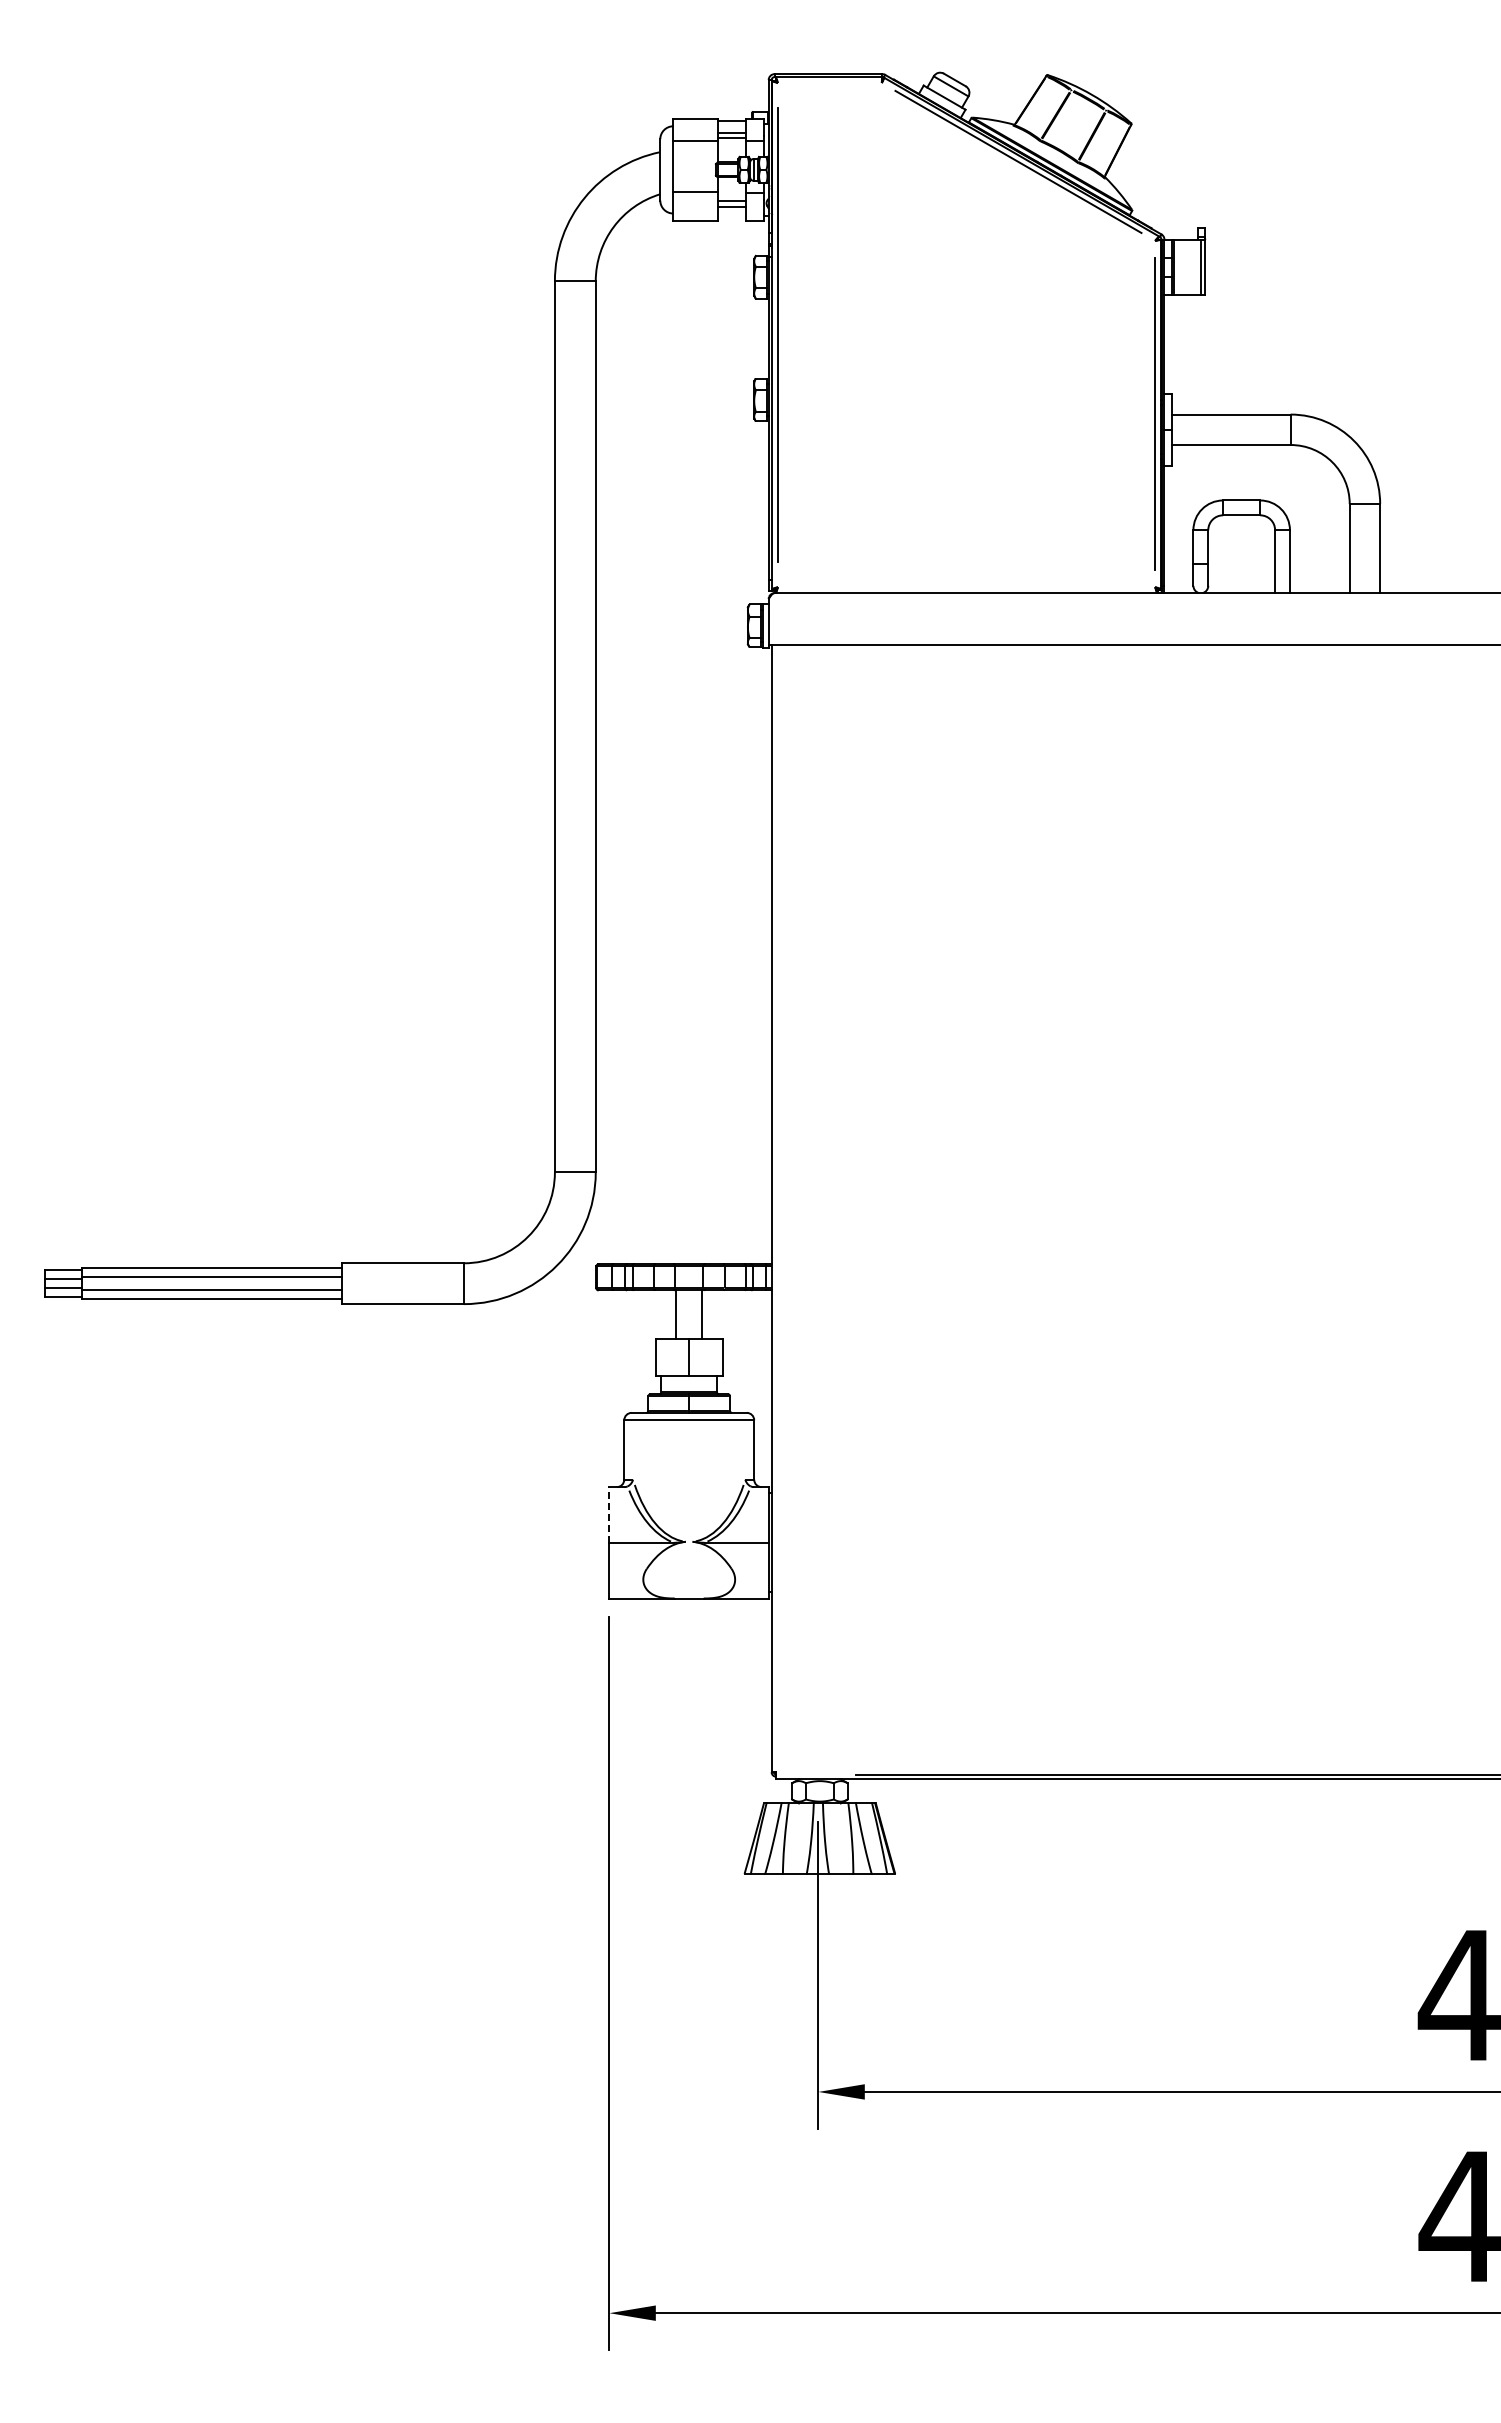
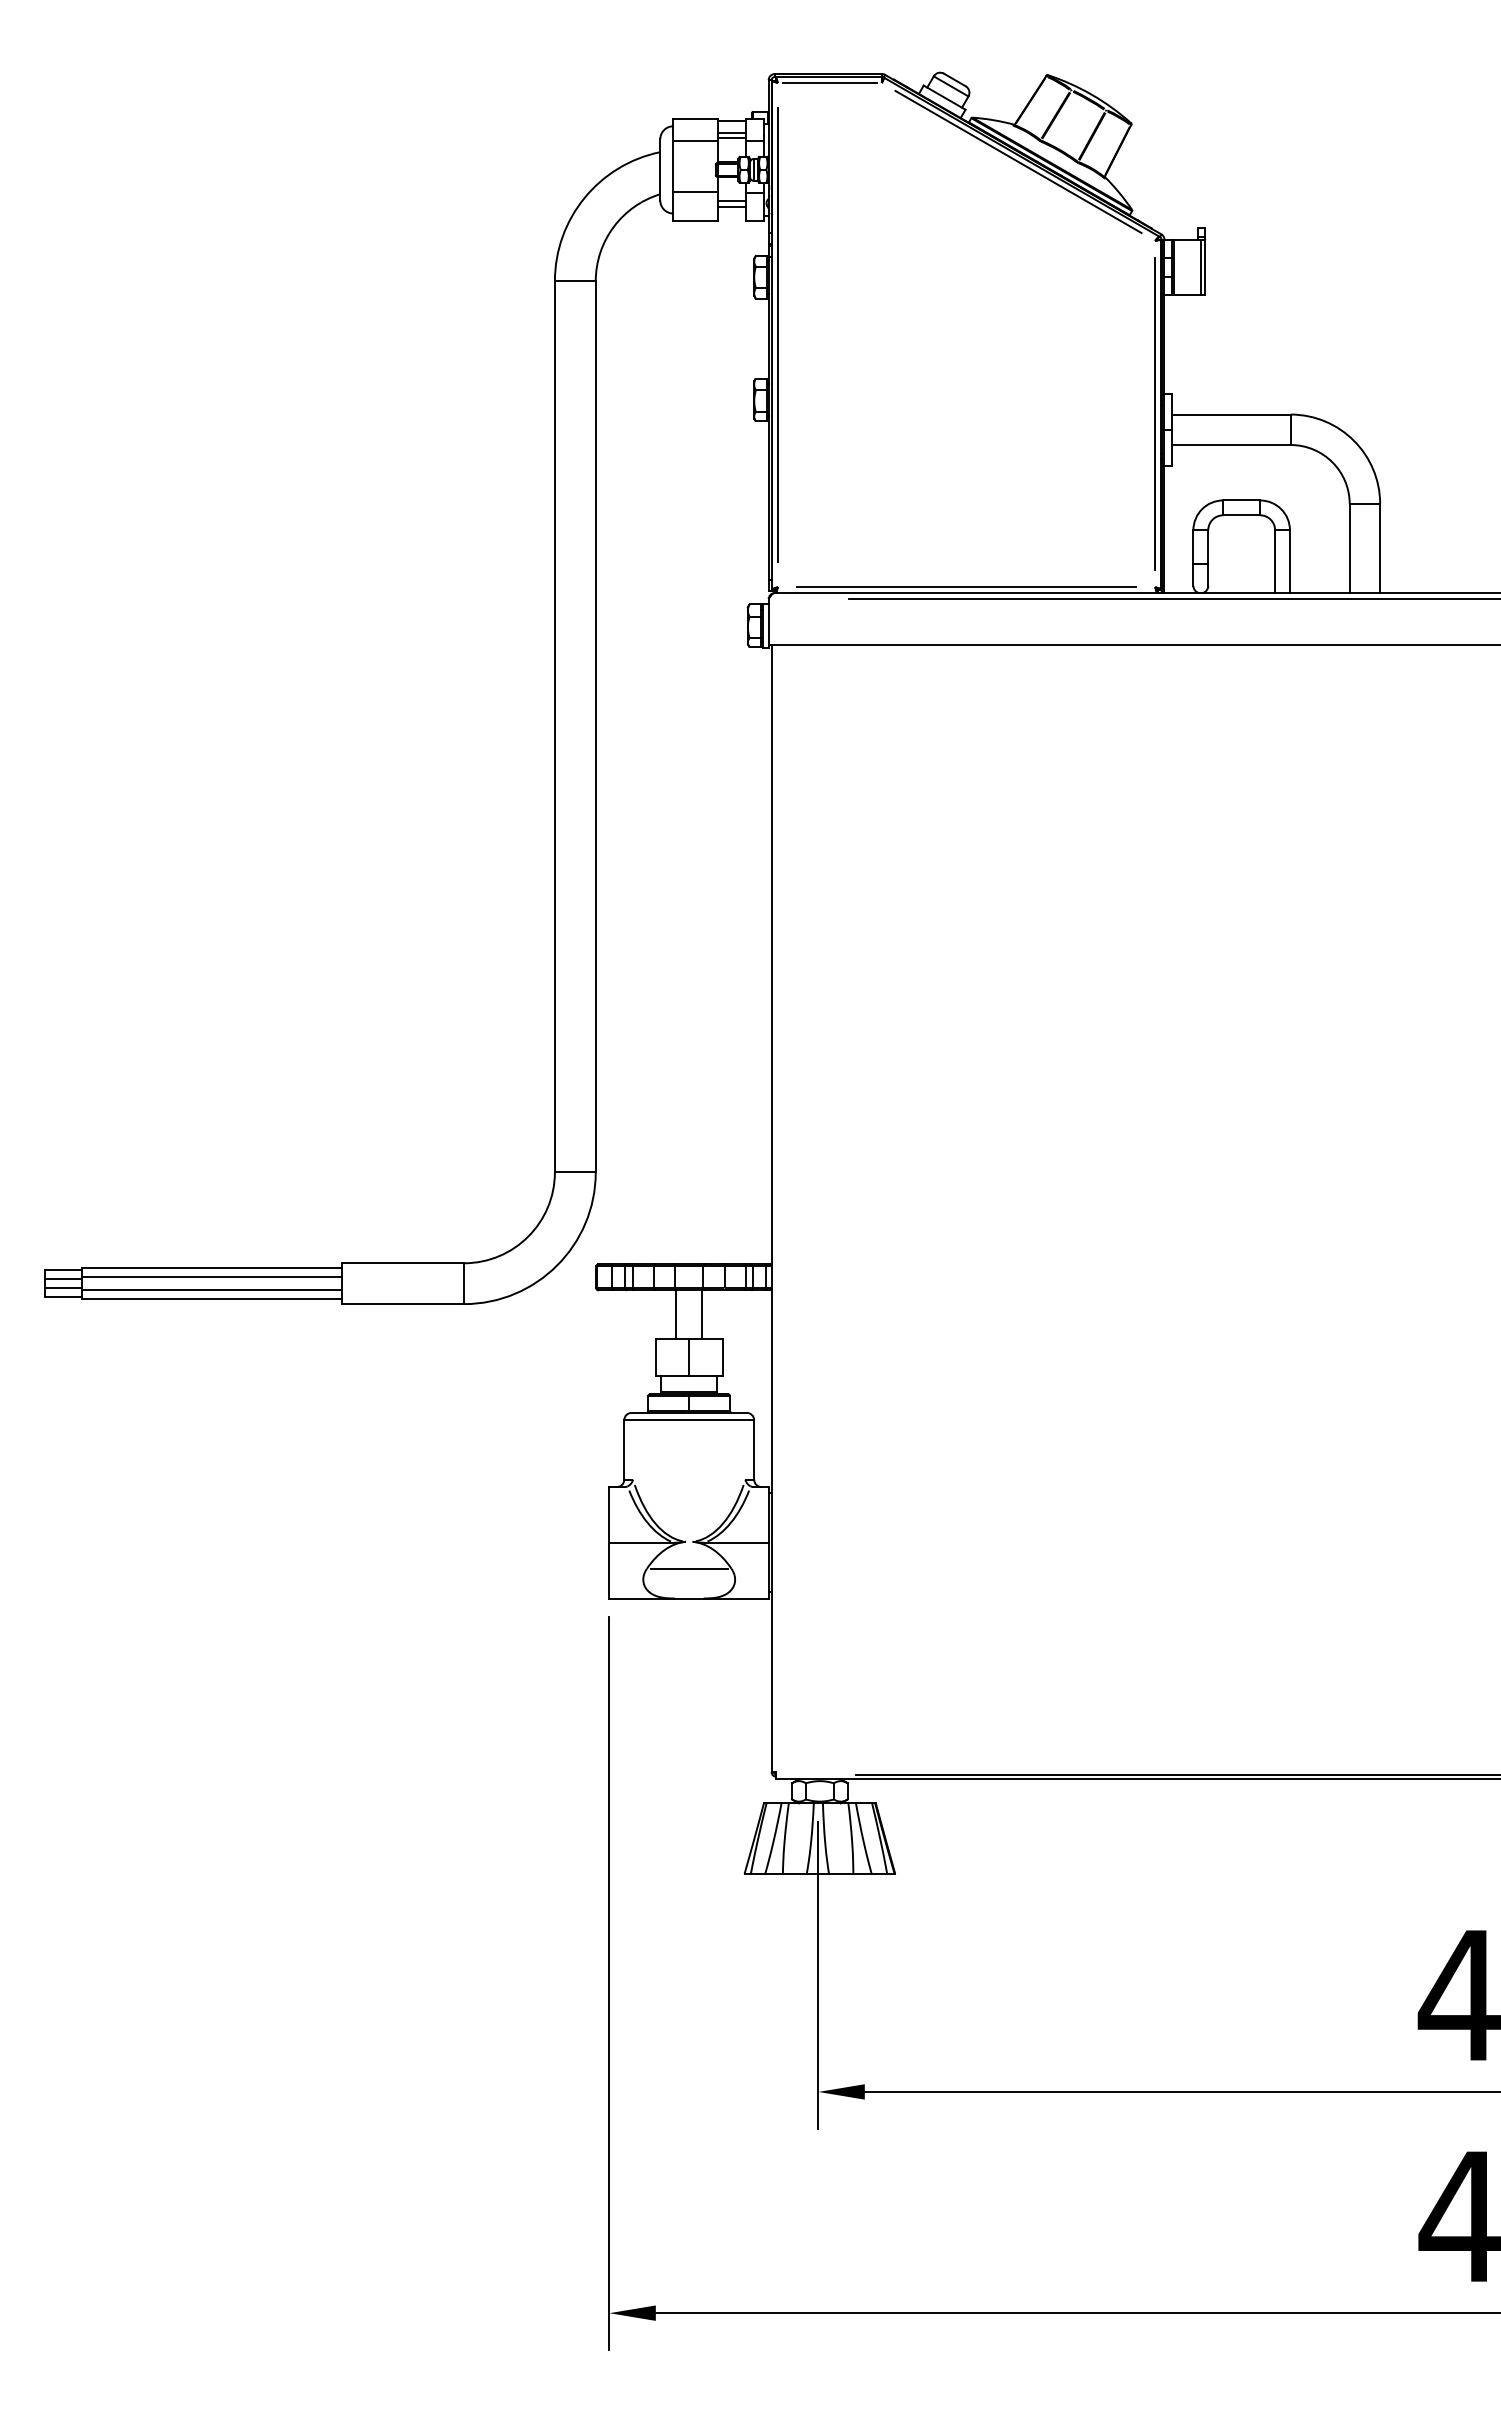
line at (829, 83): none -> present
line at (966, 587): none -> present
line at (1173, 599): none -> present
line at (609, 1514): dashed -> solid
line at (688, 1568): none -> present
